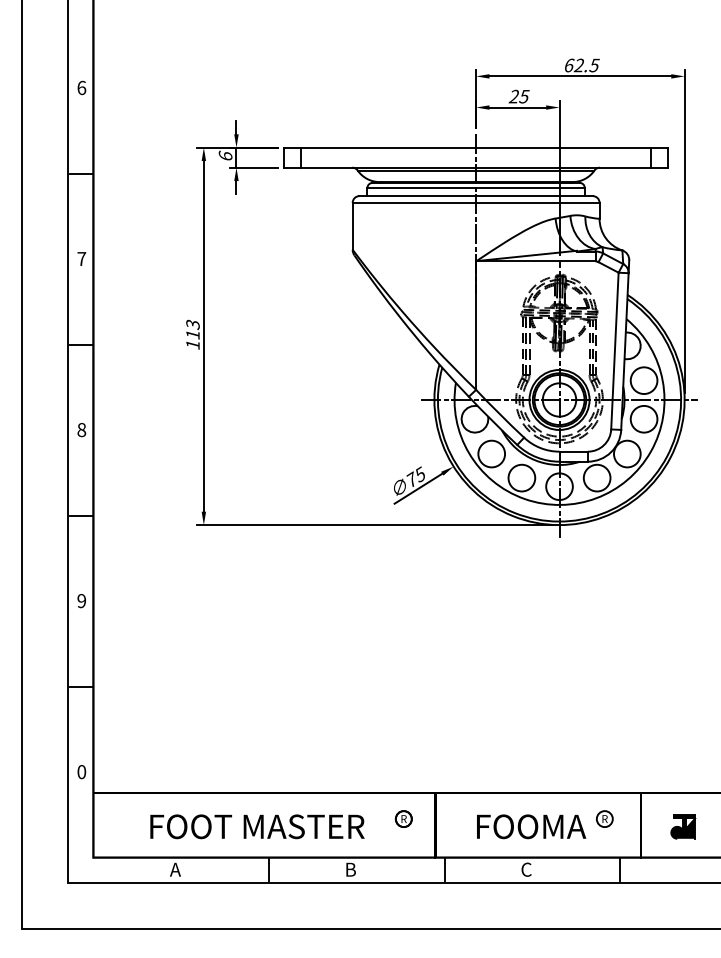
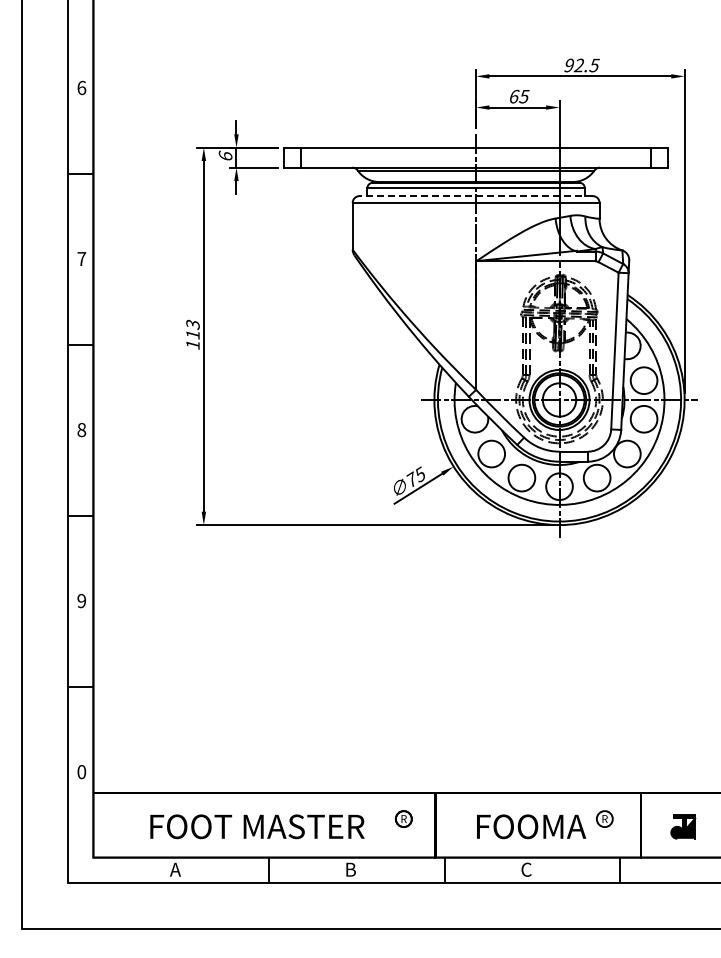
text at (569, 65): 62.5 -> 92.5
text at (513, 96): 25 -> 65
line at (476, 196): solid -> dashed
